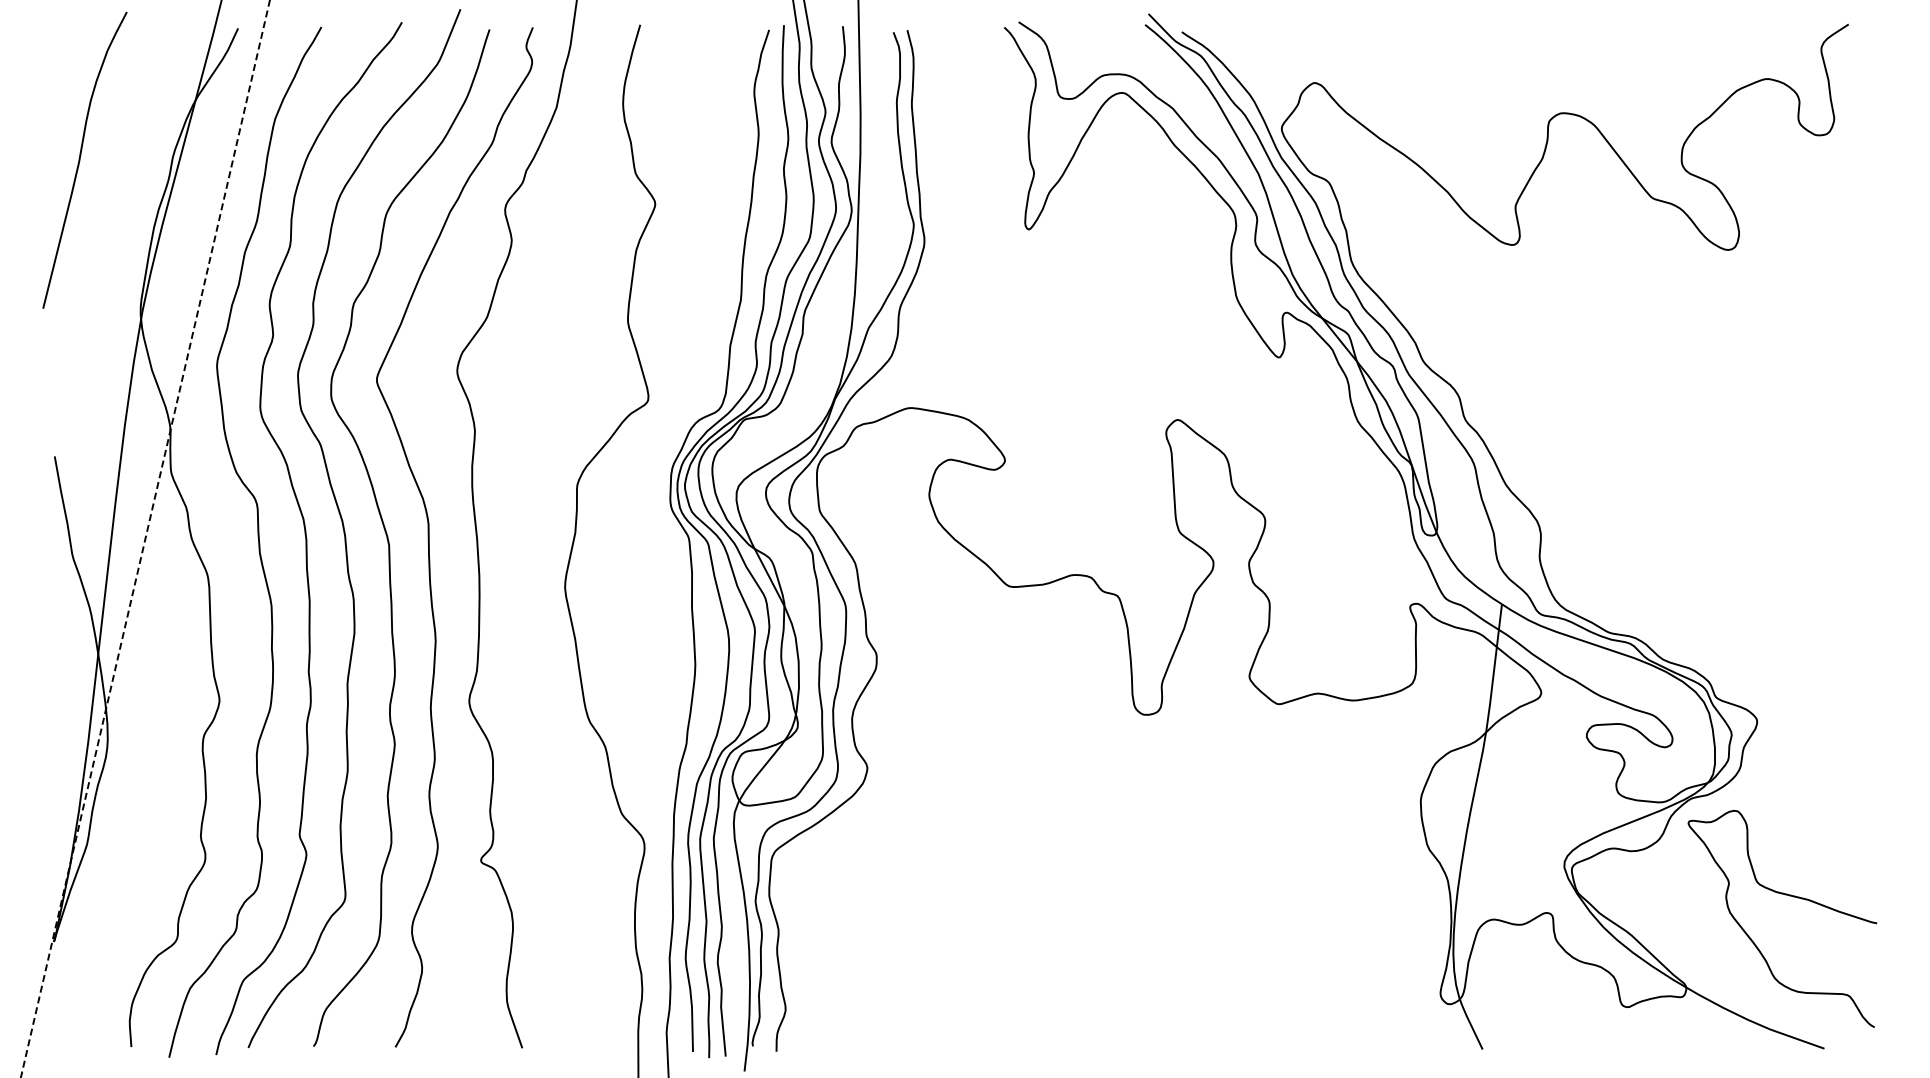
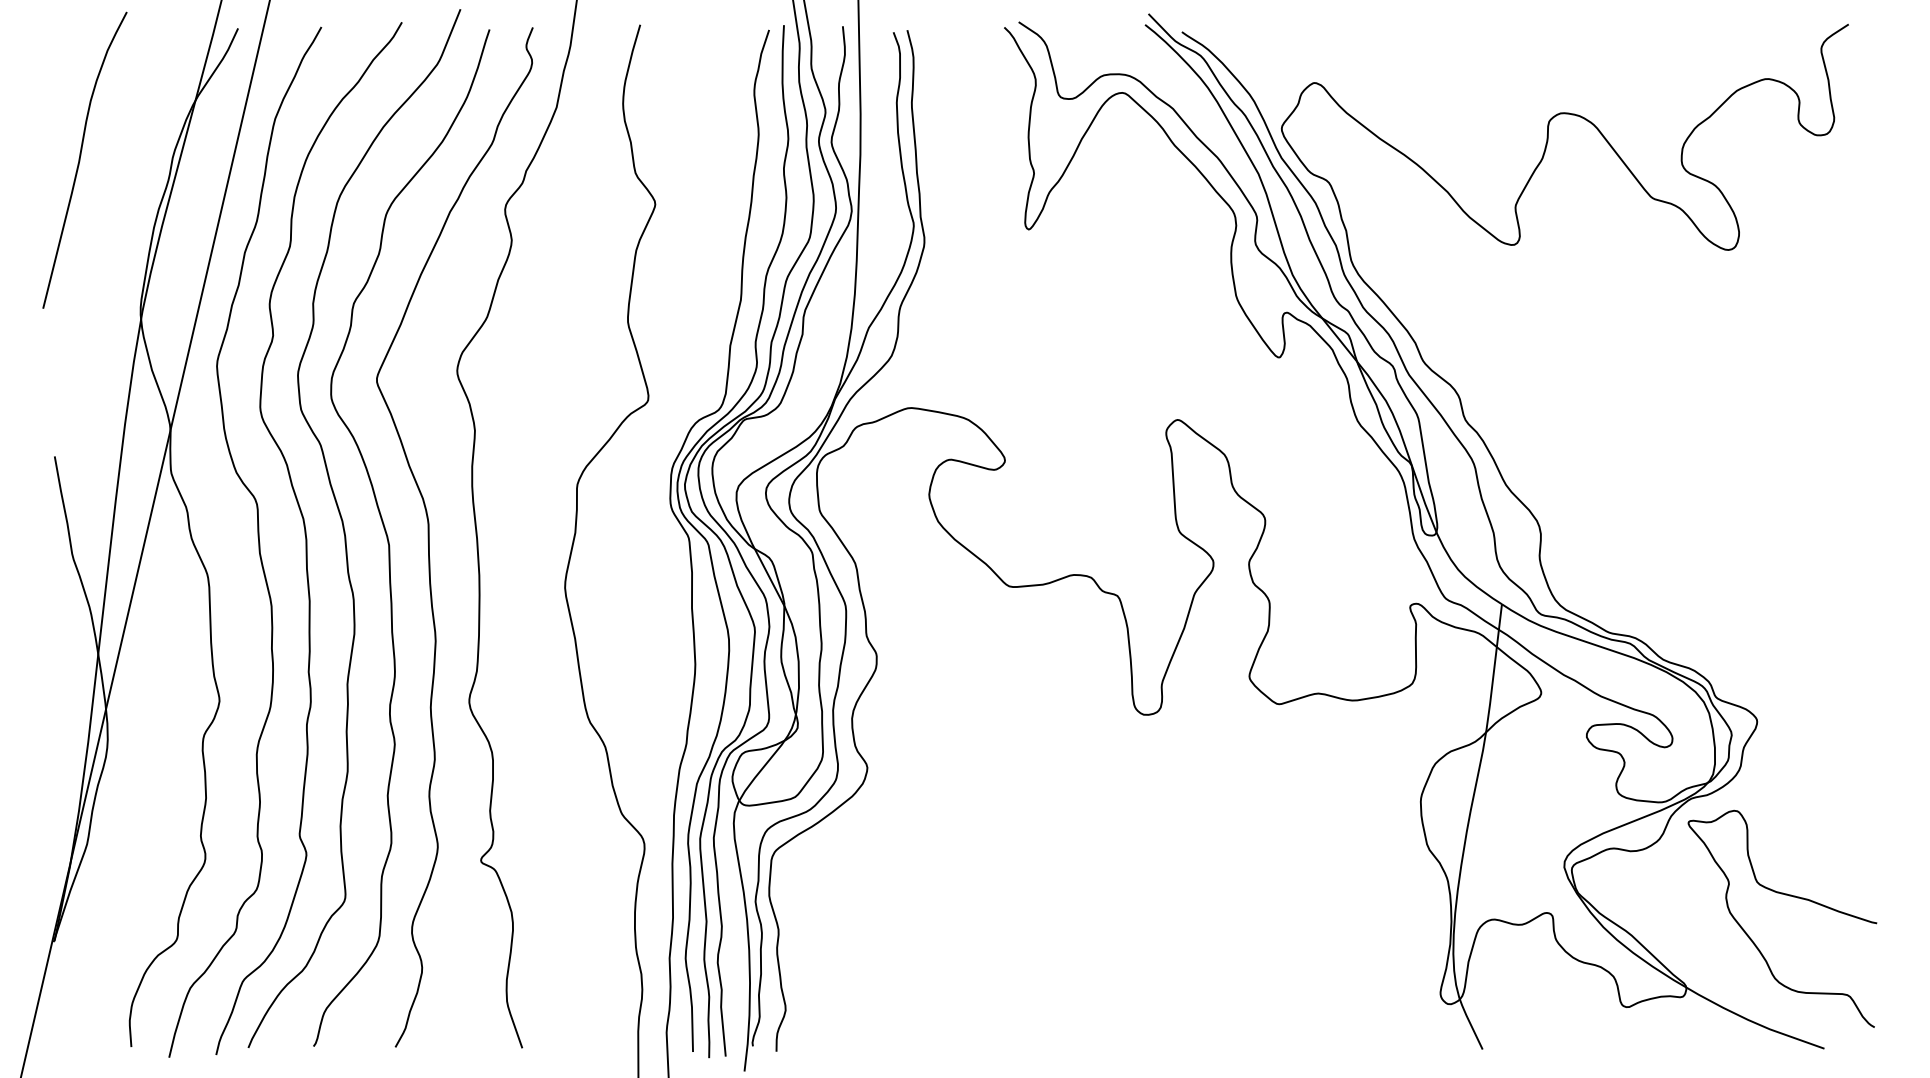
line at (145, 538): dashed -> solid
